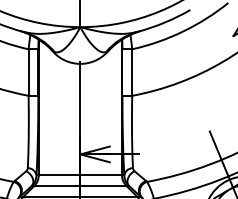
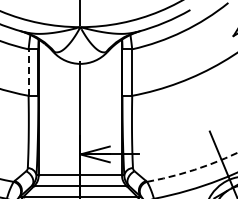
line at (28, 72): solid -> dashed
arc at (194, 169): solid -> dashed
